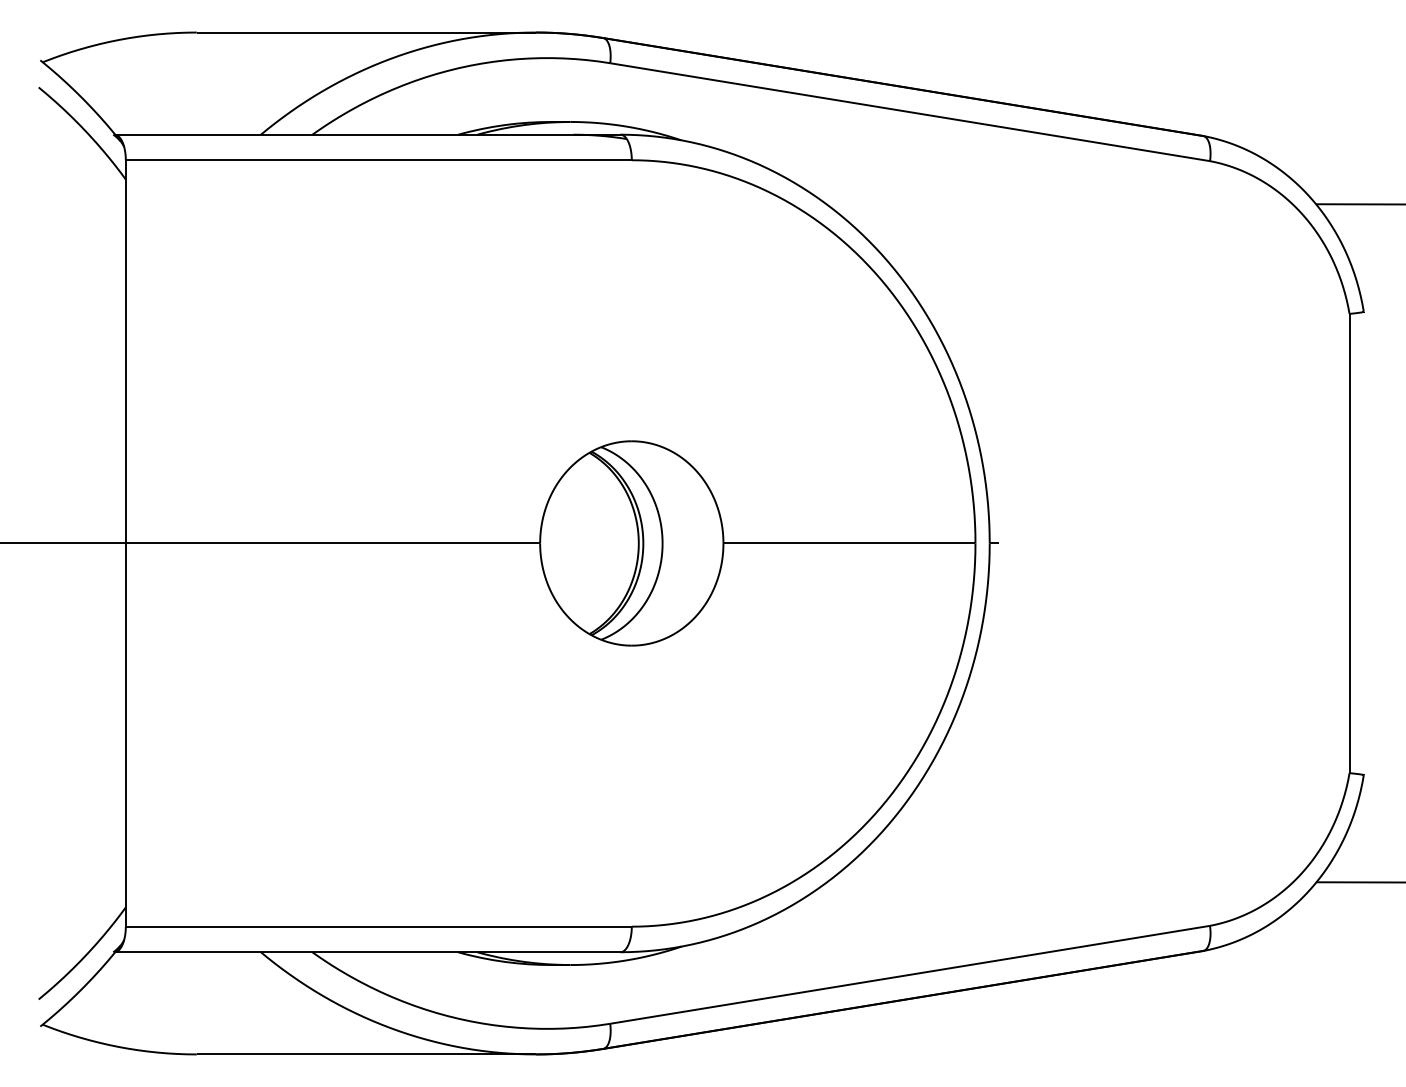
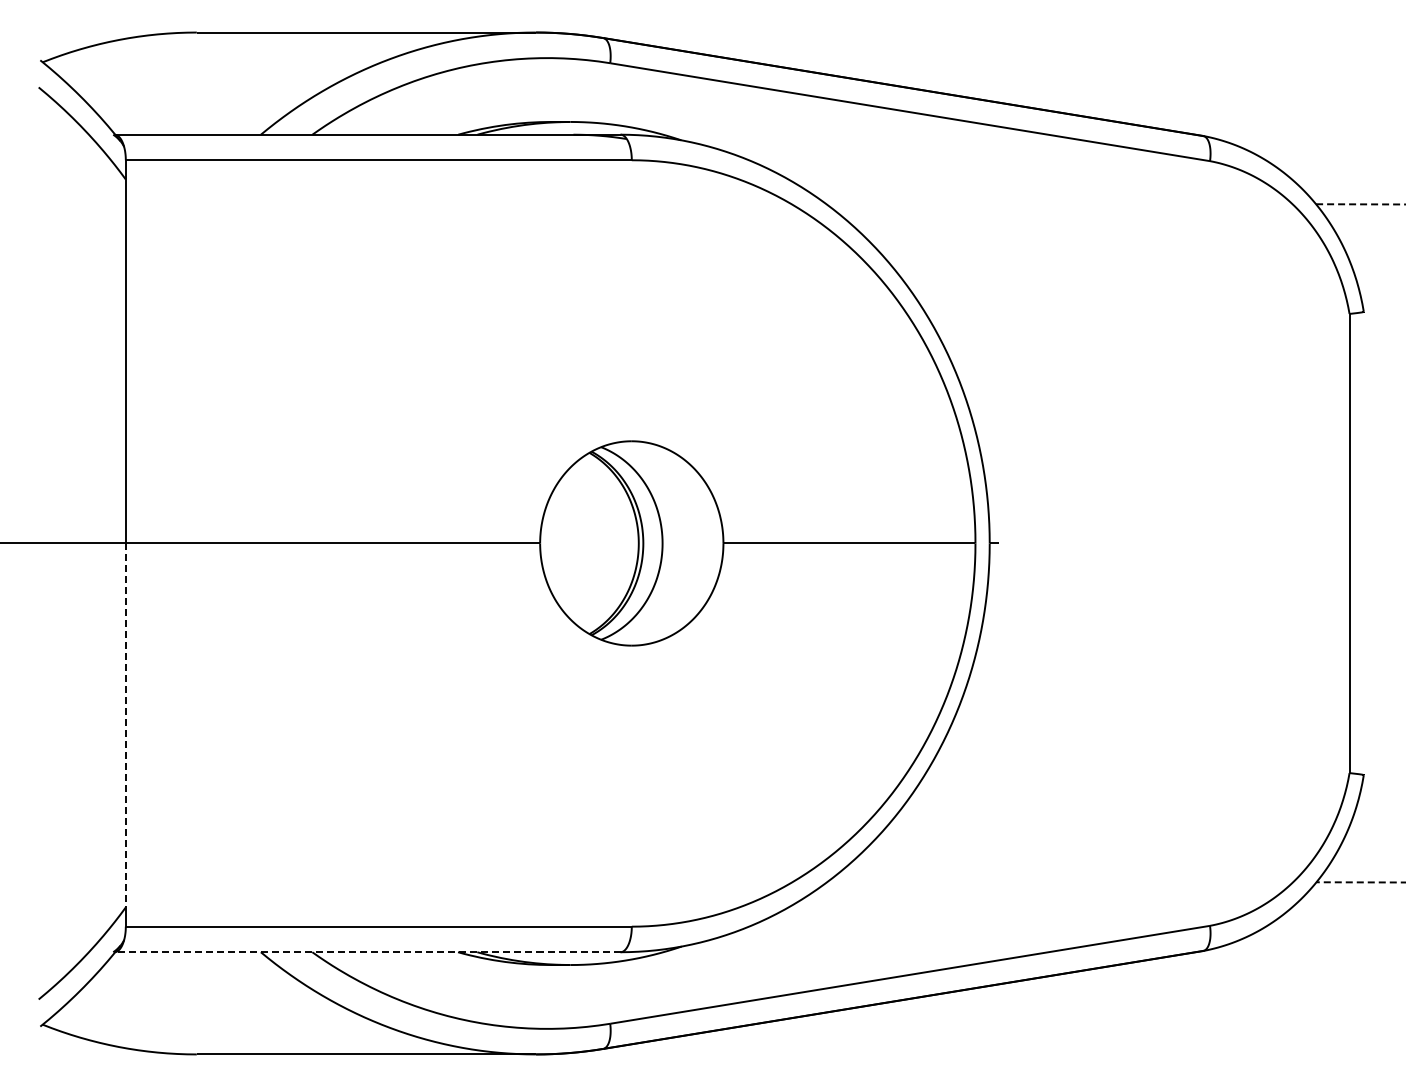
line at (1360, 204): solid -> dashed
line at (125, 725): solid -> dashed
line at (1360, 882): solid -> dashed
line at (367, 952): solid -> dashed
